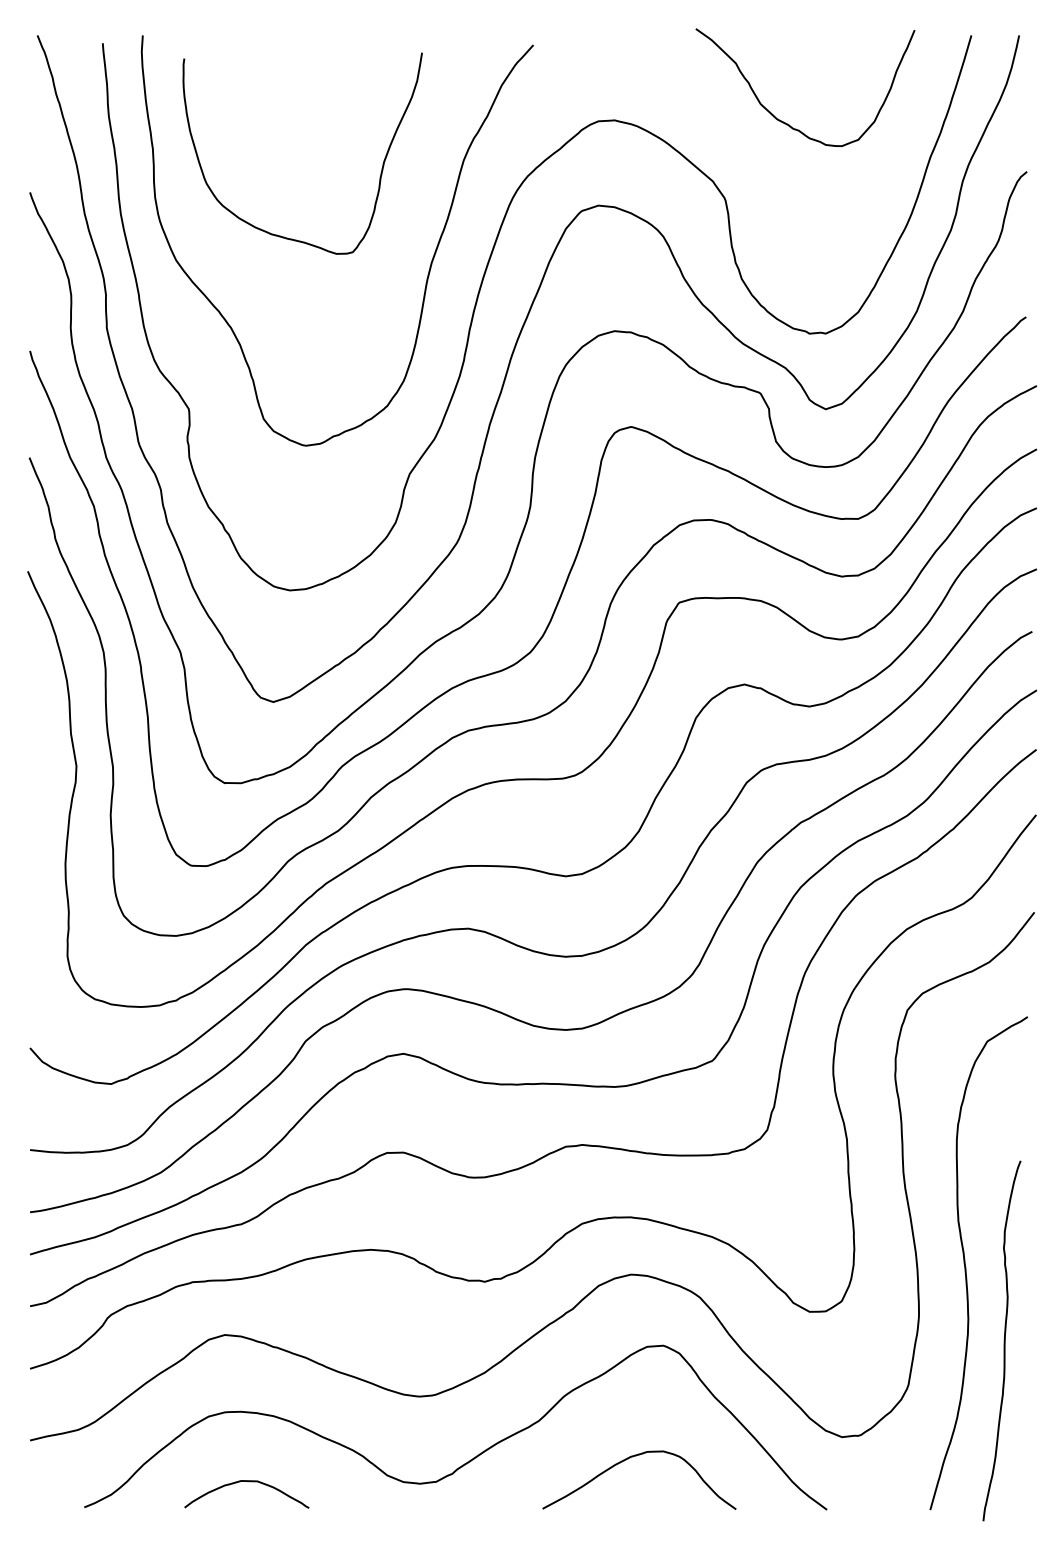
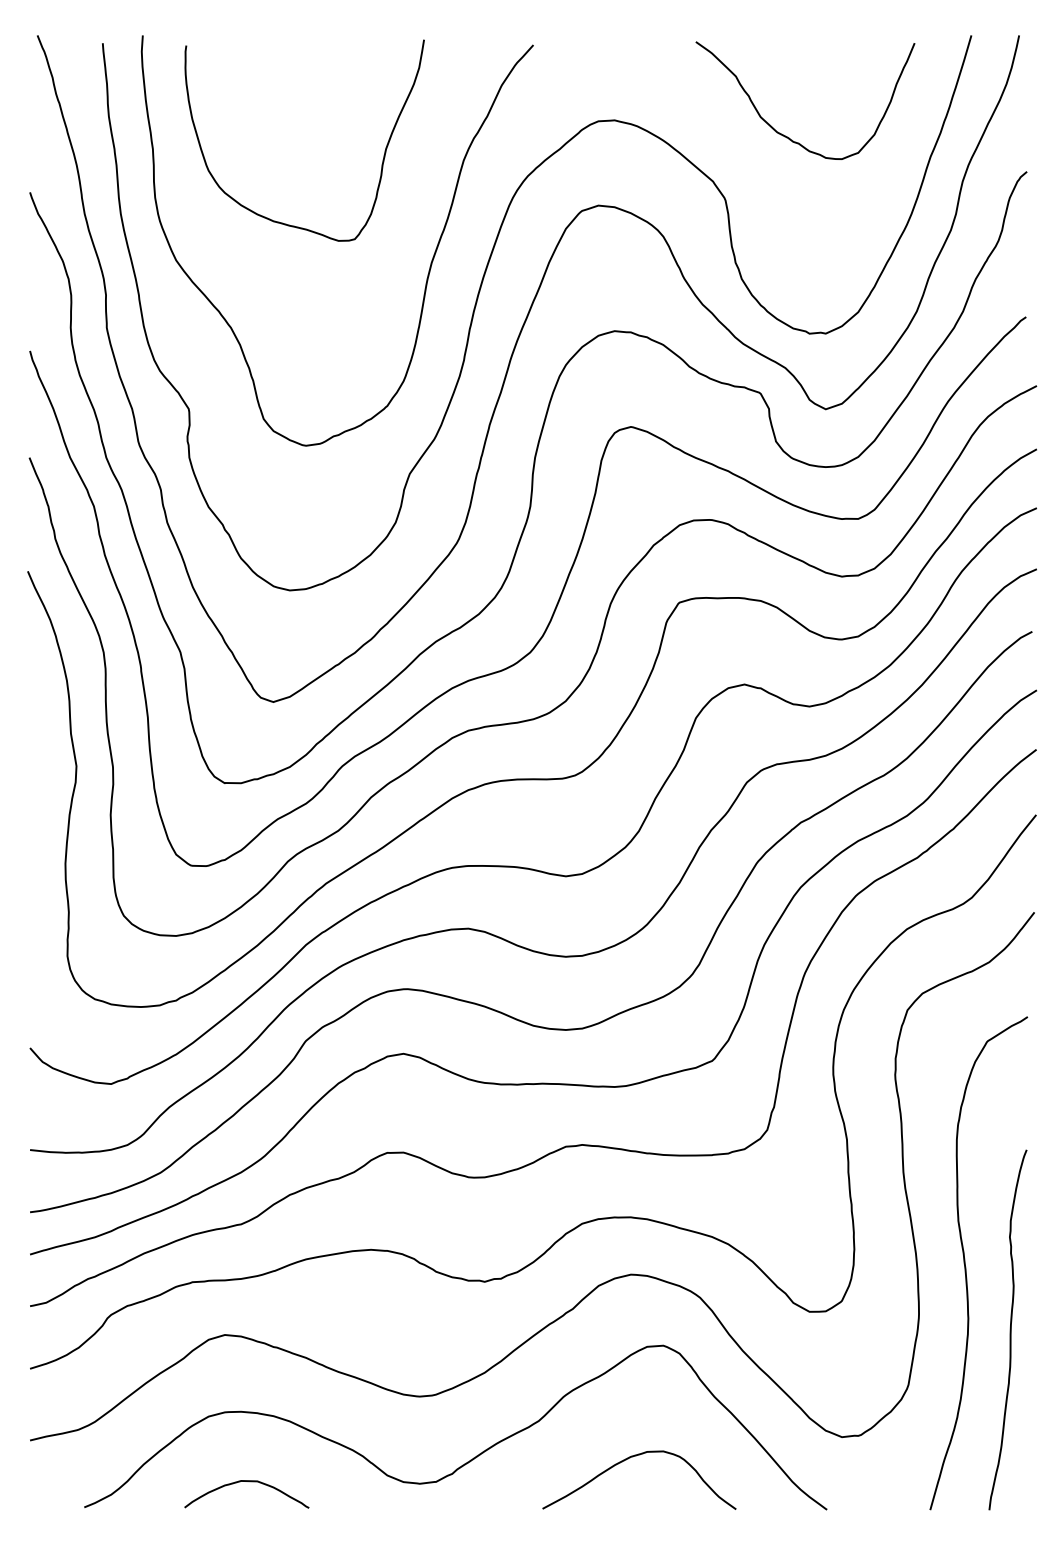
curve at (787, 123) position: (787, 123) -> (787, 136)
curve at (380, 172) position: (380, 172) -> (382, 159)
curve at (1003, 1340) position: (1003, 1340) -> (1009, 1329)
